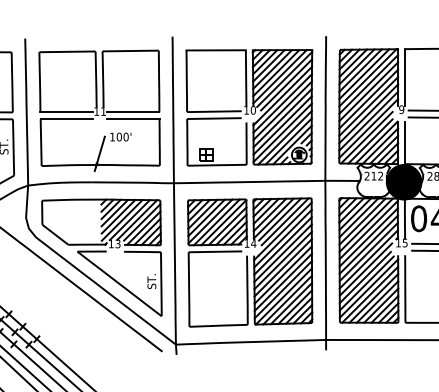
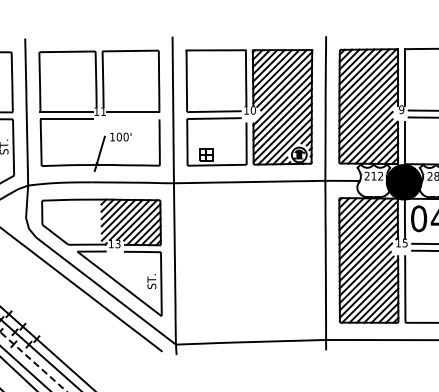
line at (133, 119): present -> none
part at (250, 262): present -> none
line at (33, 361): solid -> dashed
